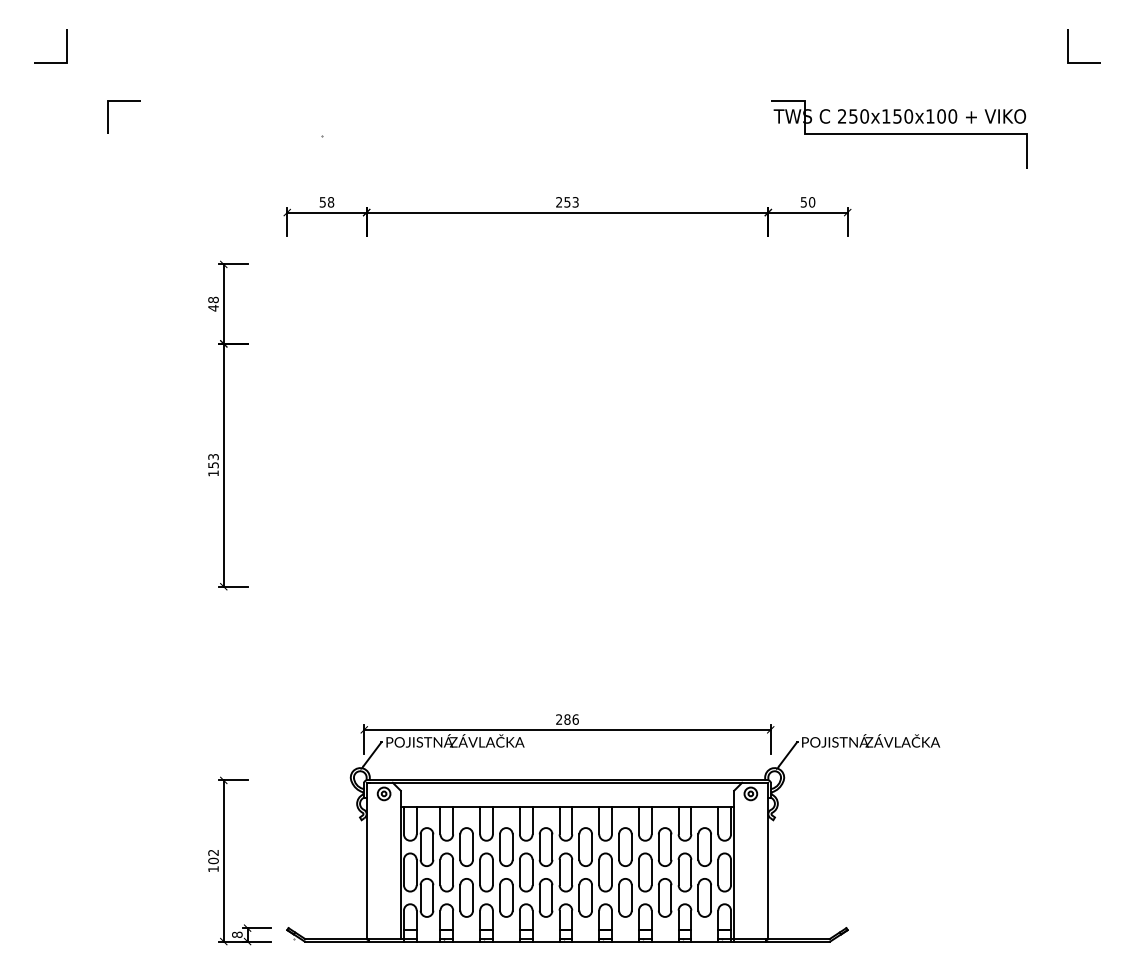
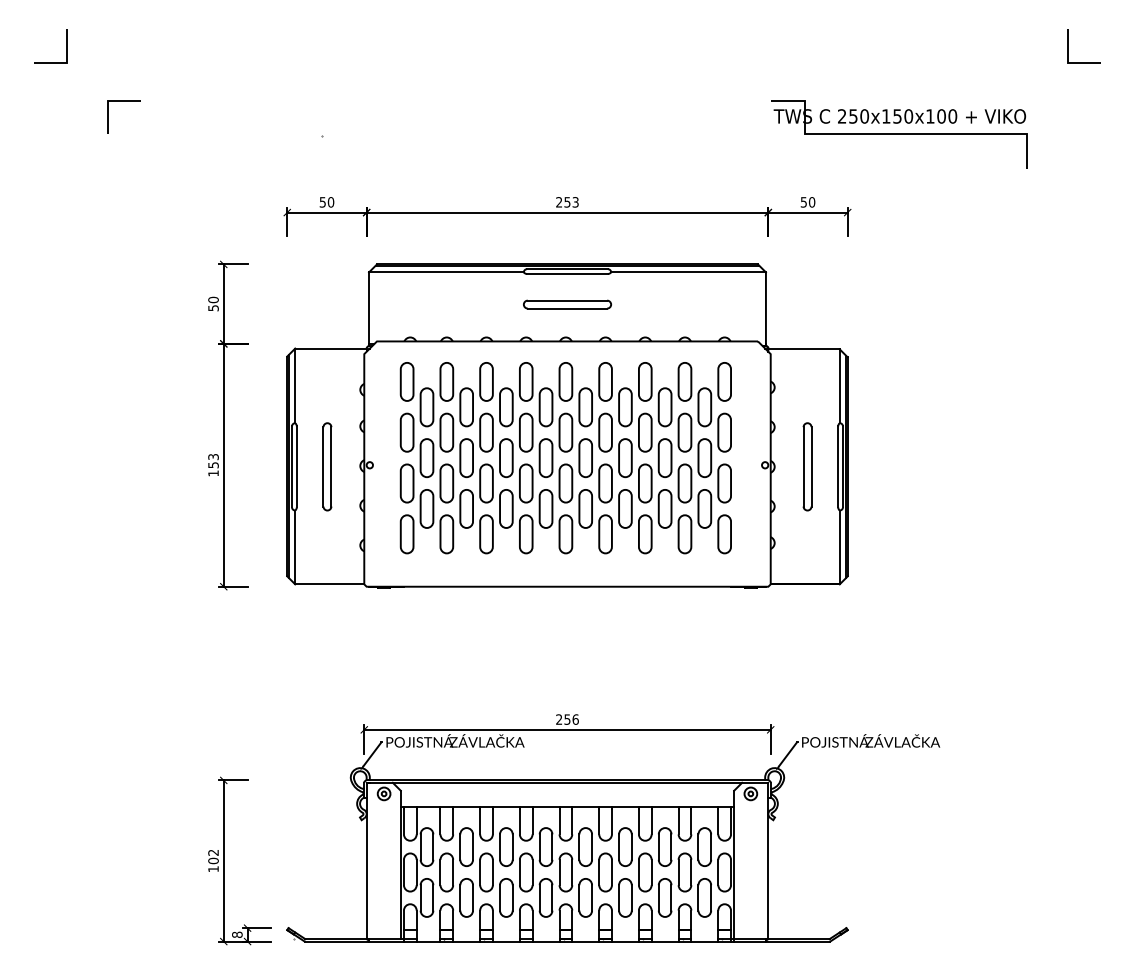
text at (330, 202): 58 -> 50
text at (213, 303): 48 -> 50
part at (567, 425): none -> present
text at (567, 719): 286 -> 256
